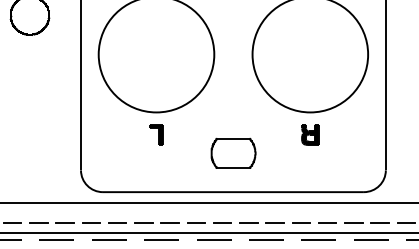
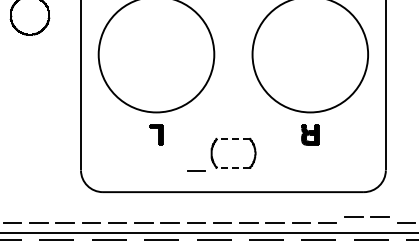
line at (232, 138): solid -> dashed
line at (232, 168): solid -> dashed
line at (196, 170): none -> present
line at (208, 203): present -> none
line at (363, 222) position: (363, 222) -> (363, 216)
